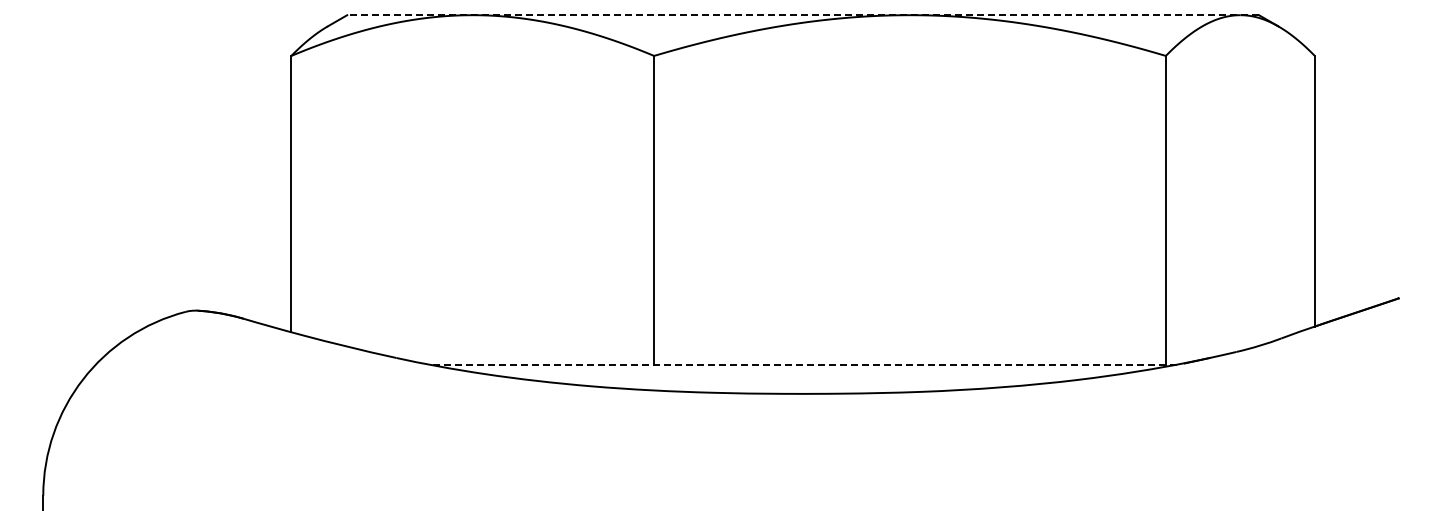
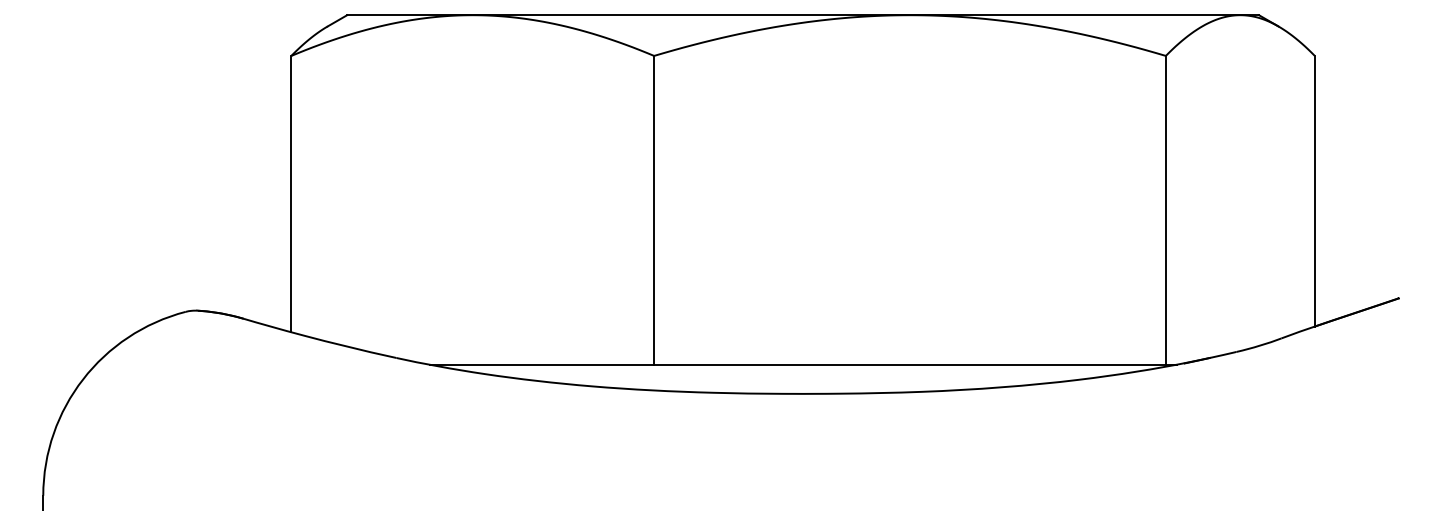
line at (803, 15): dashed -> solid
line at (803, 364): dashed -> solid
